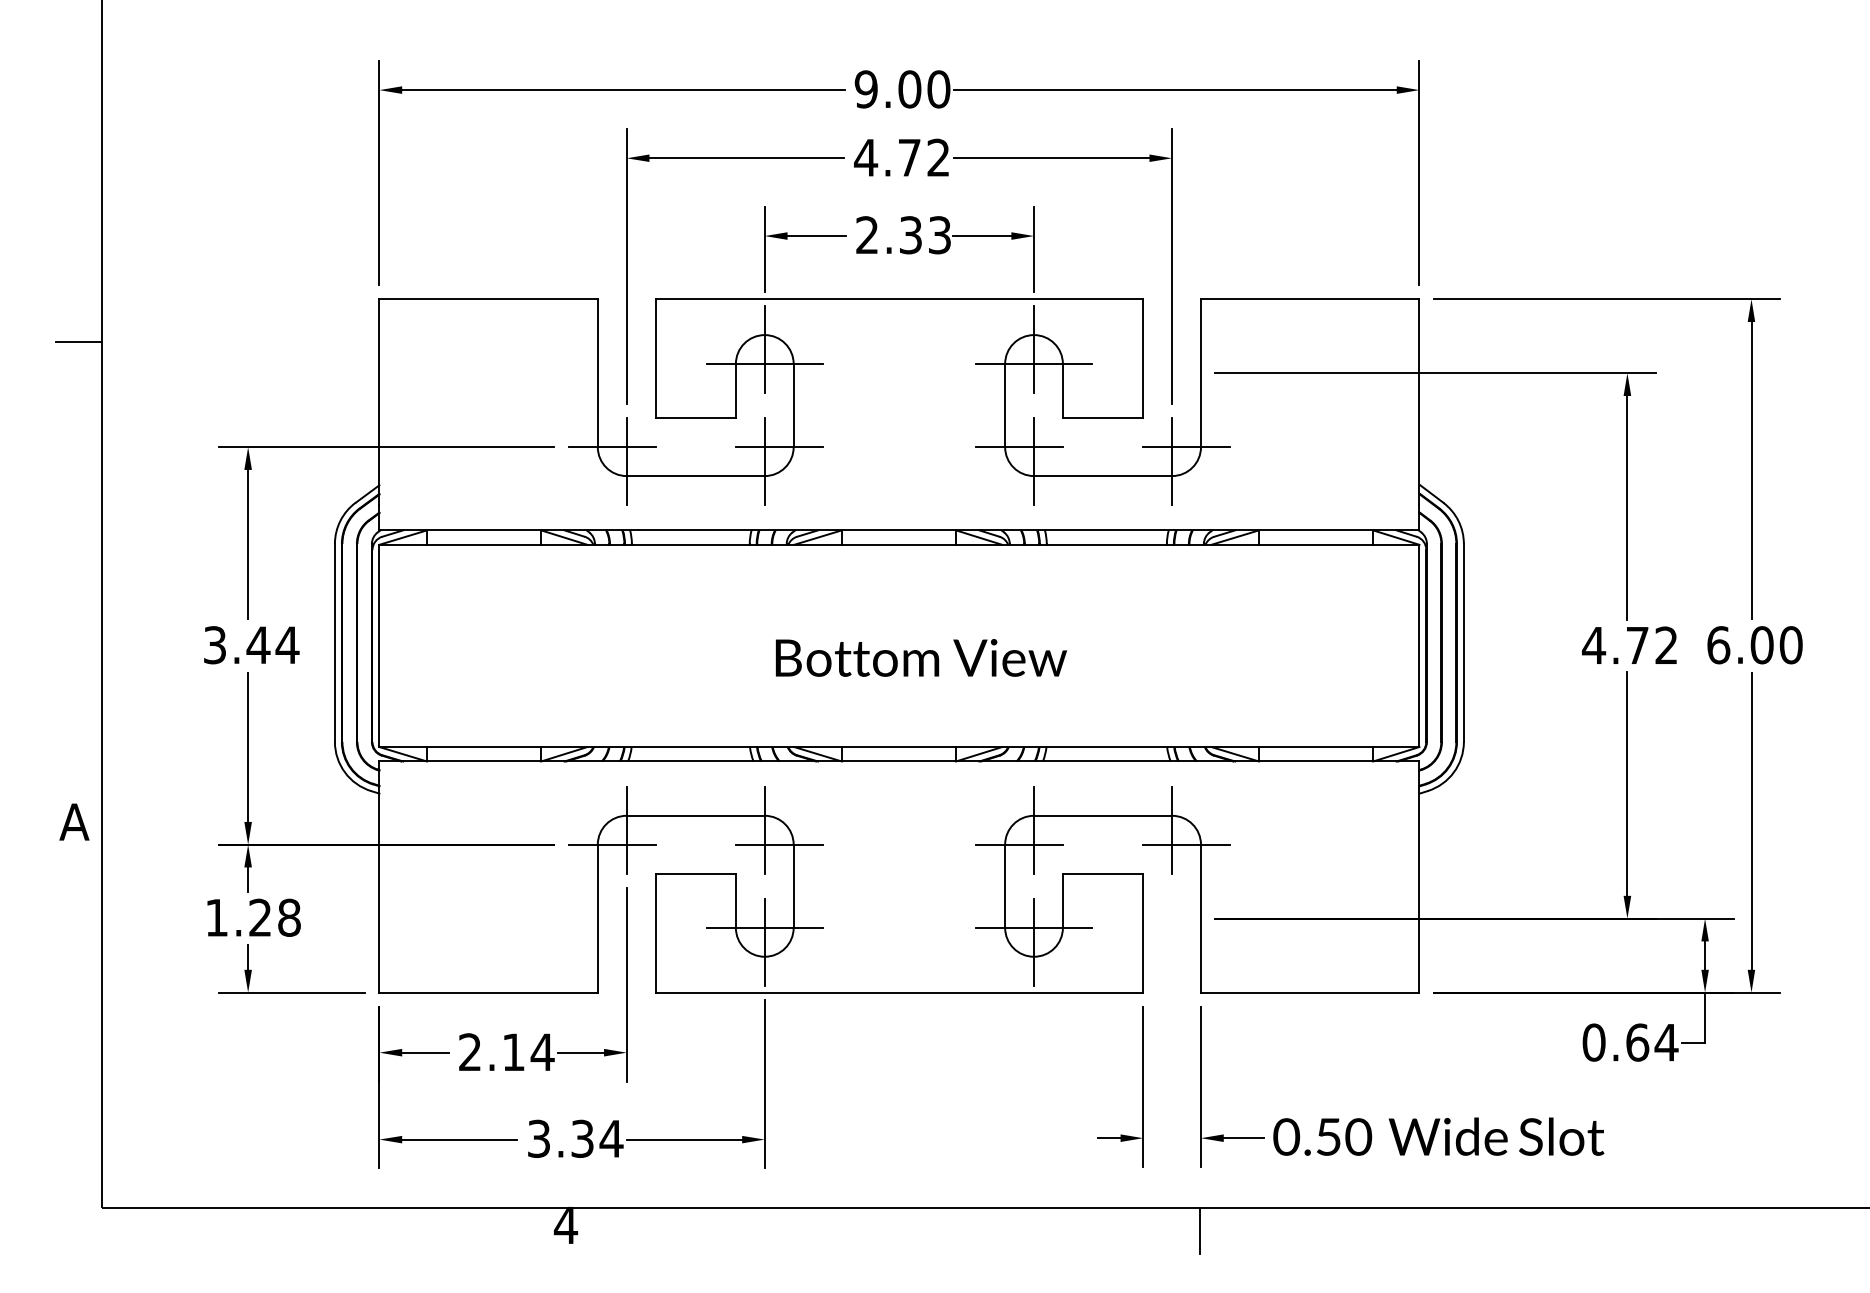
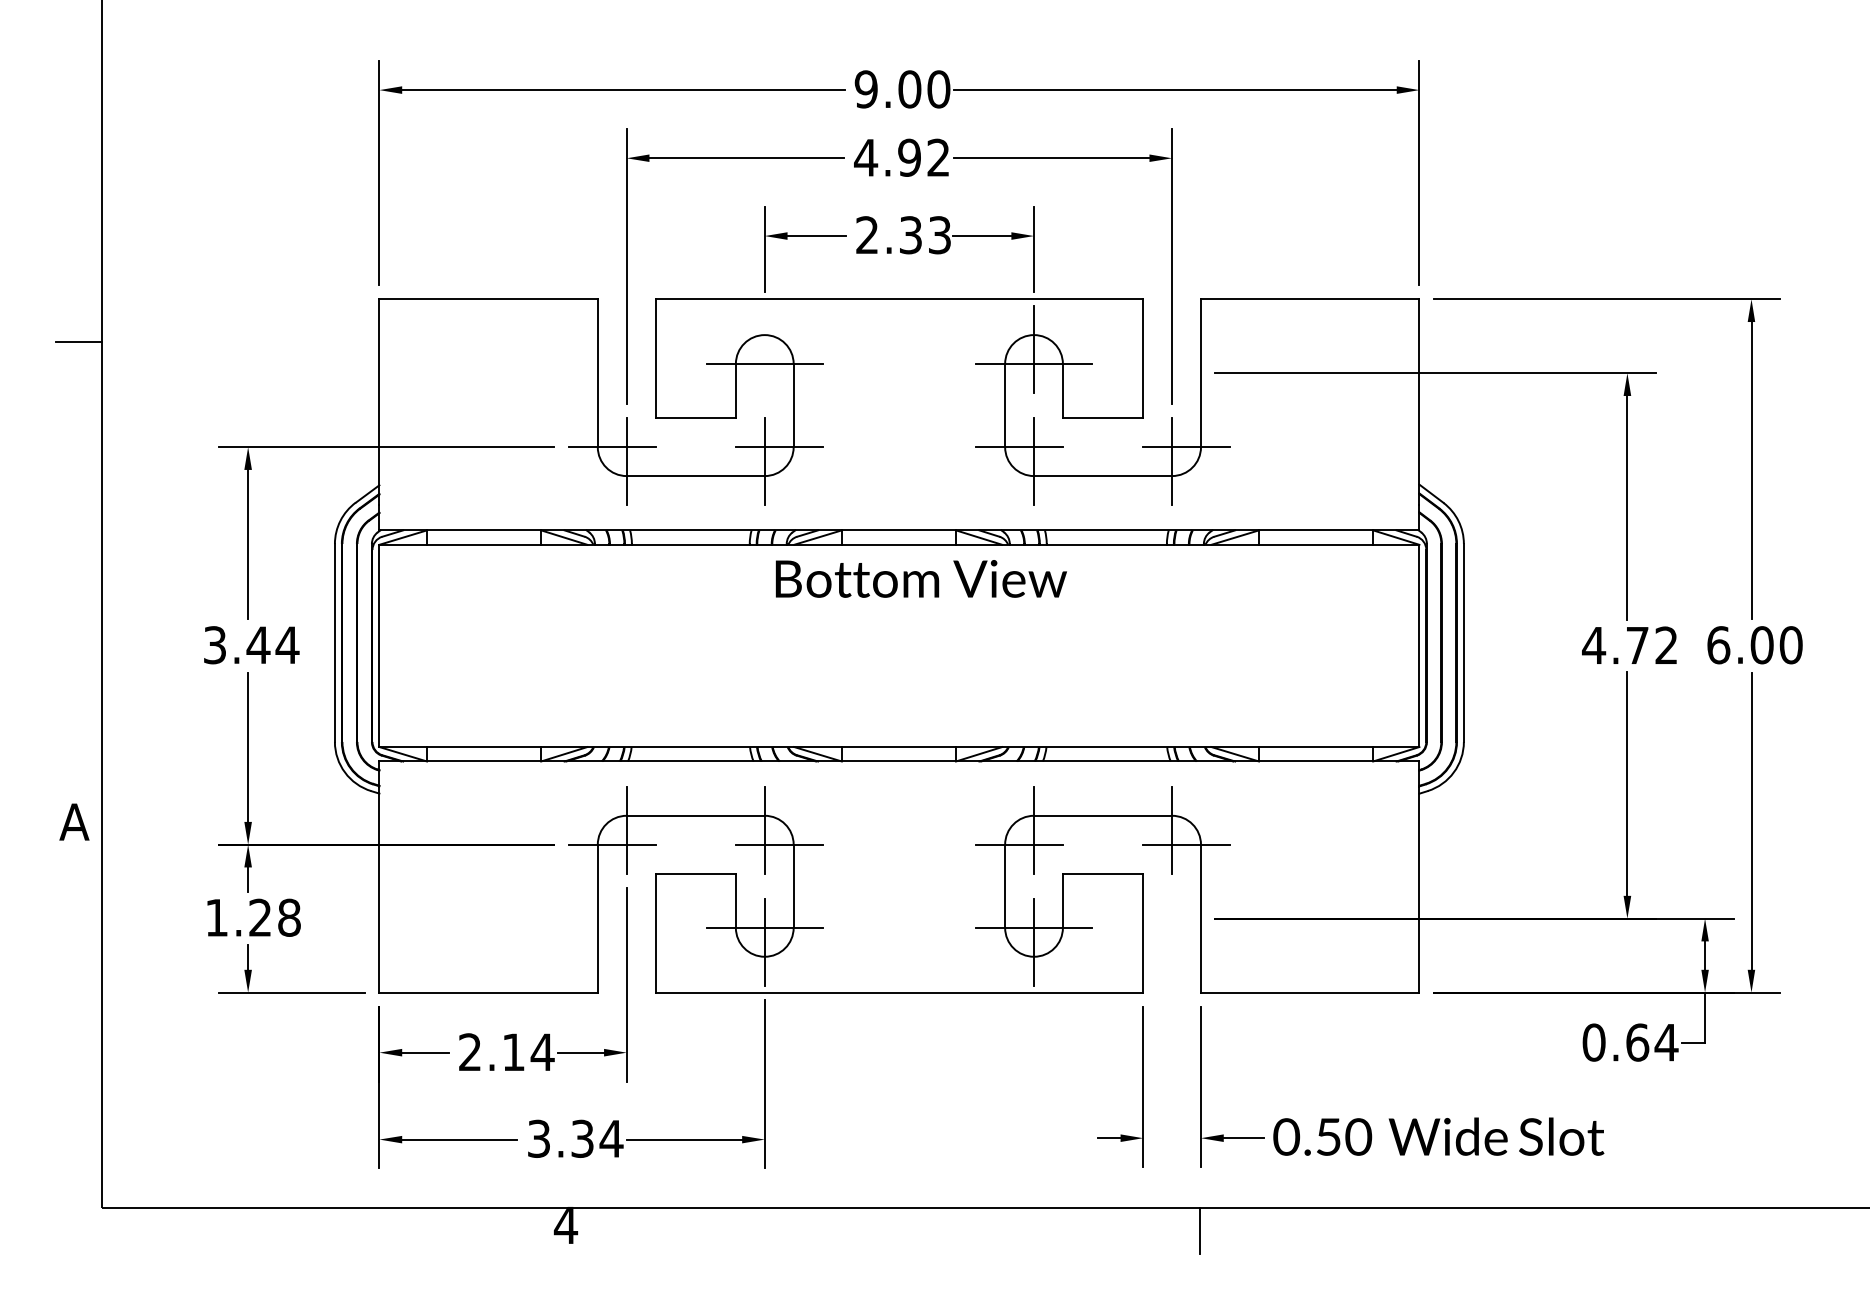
text at (909, 157): 4.72 -> 4.92
line at (764, 349): present -> none
text at (920, 657) position: (920, 657) -> (920, 578)
